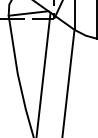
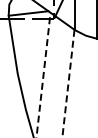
line at (43, 75): solid -> dashed
line at (68, 83): solid -> dashed
